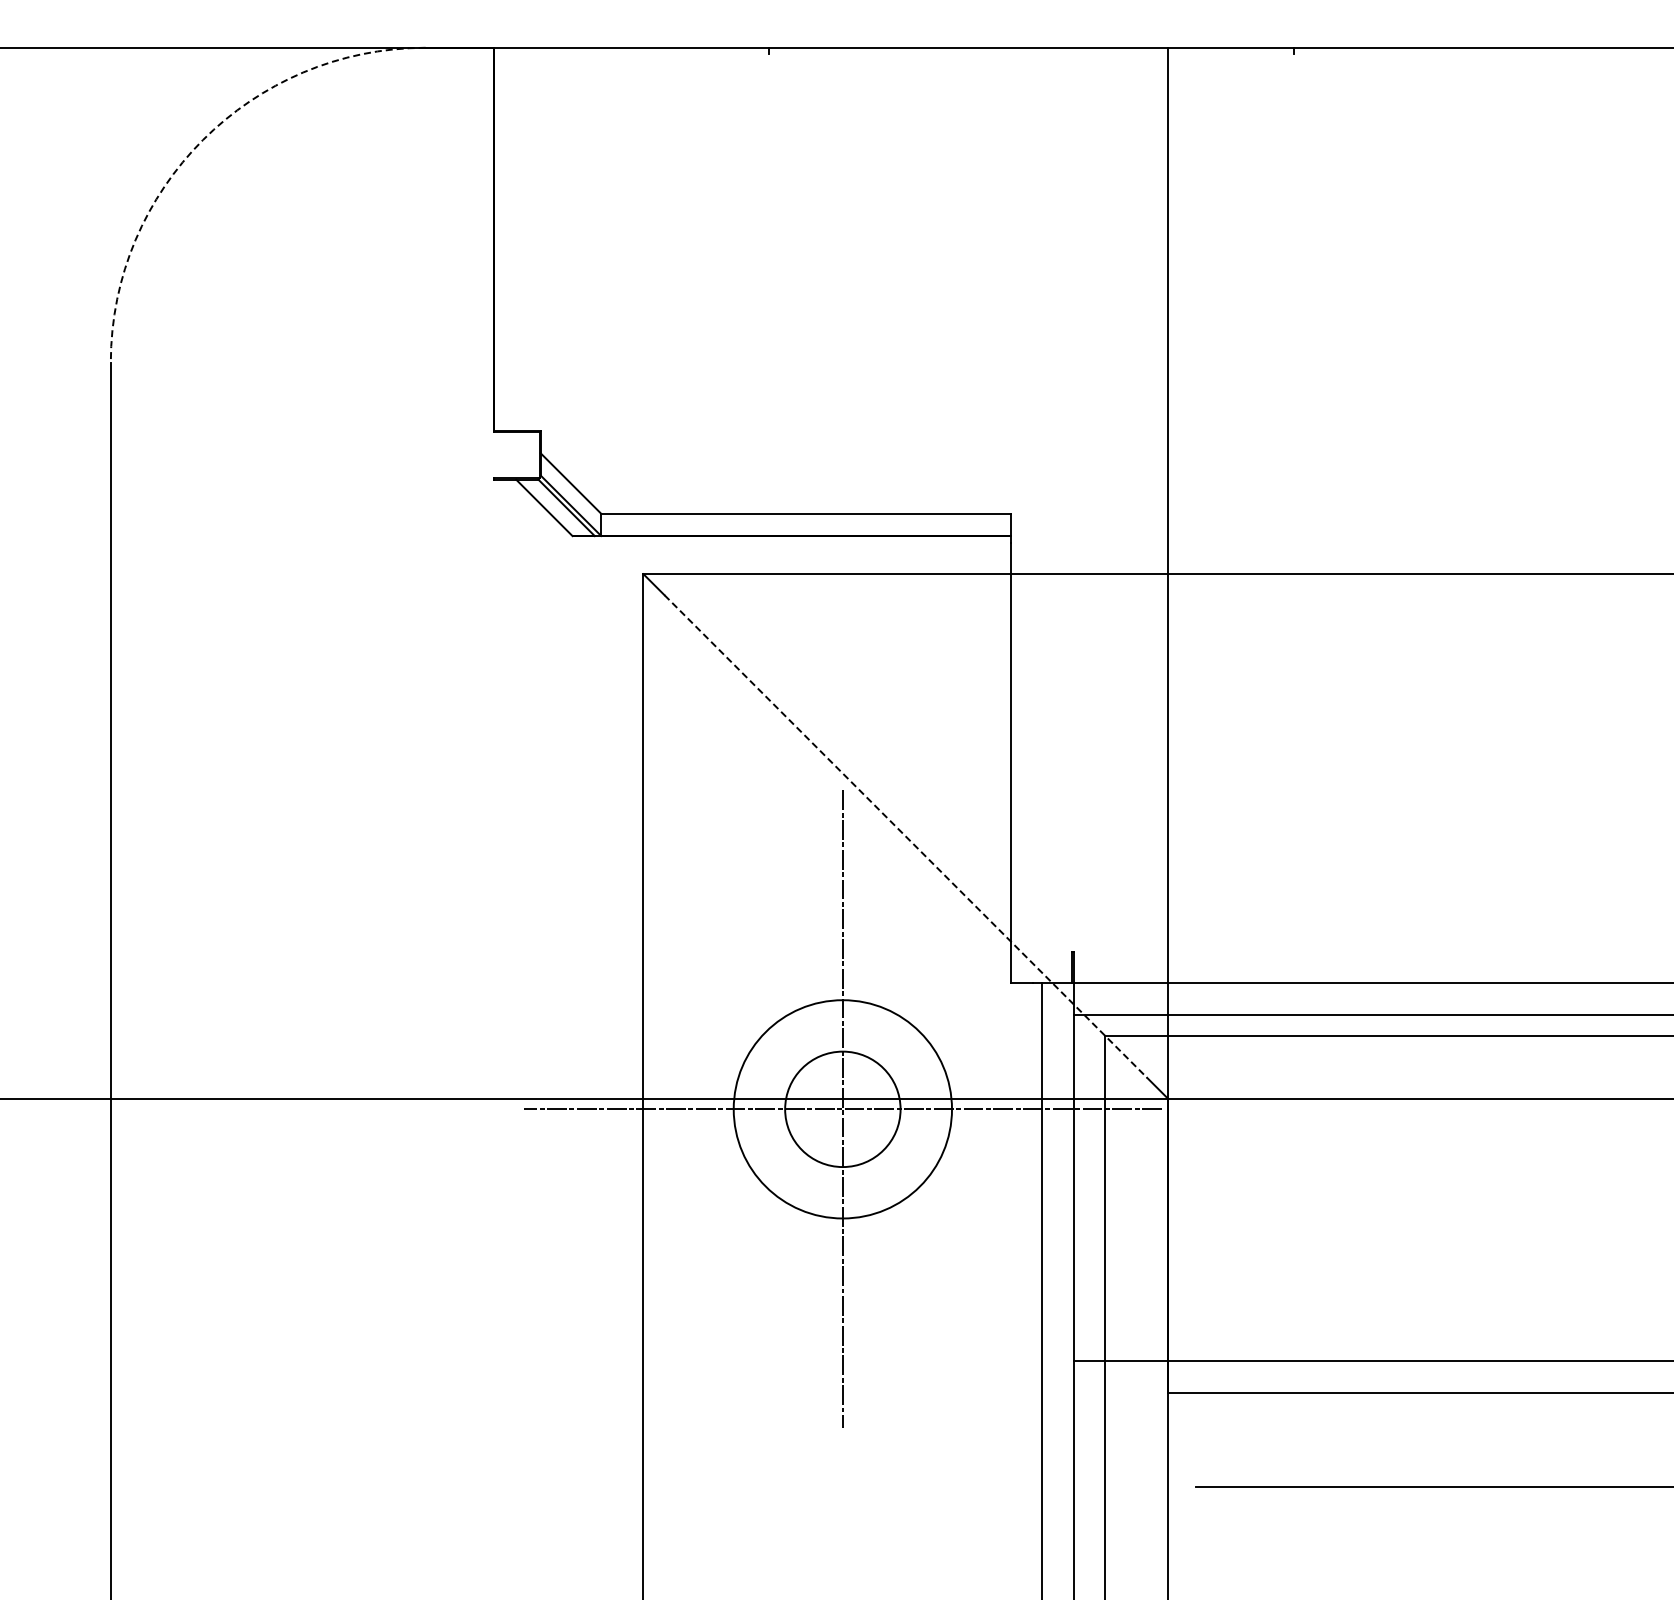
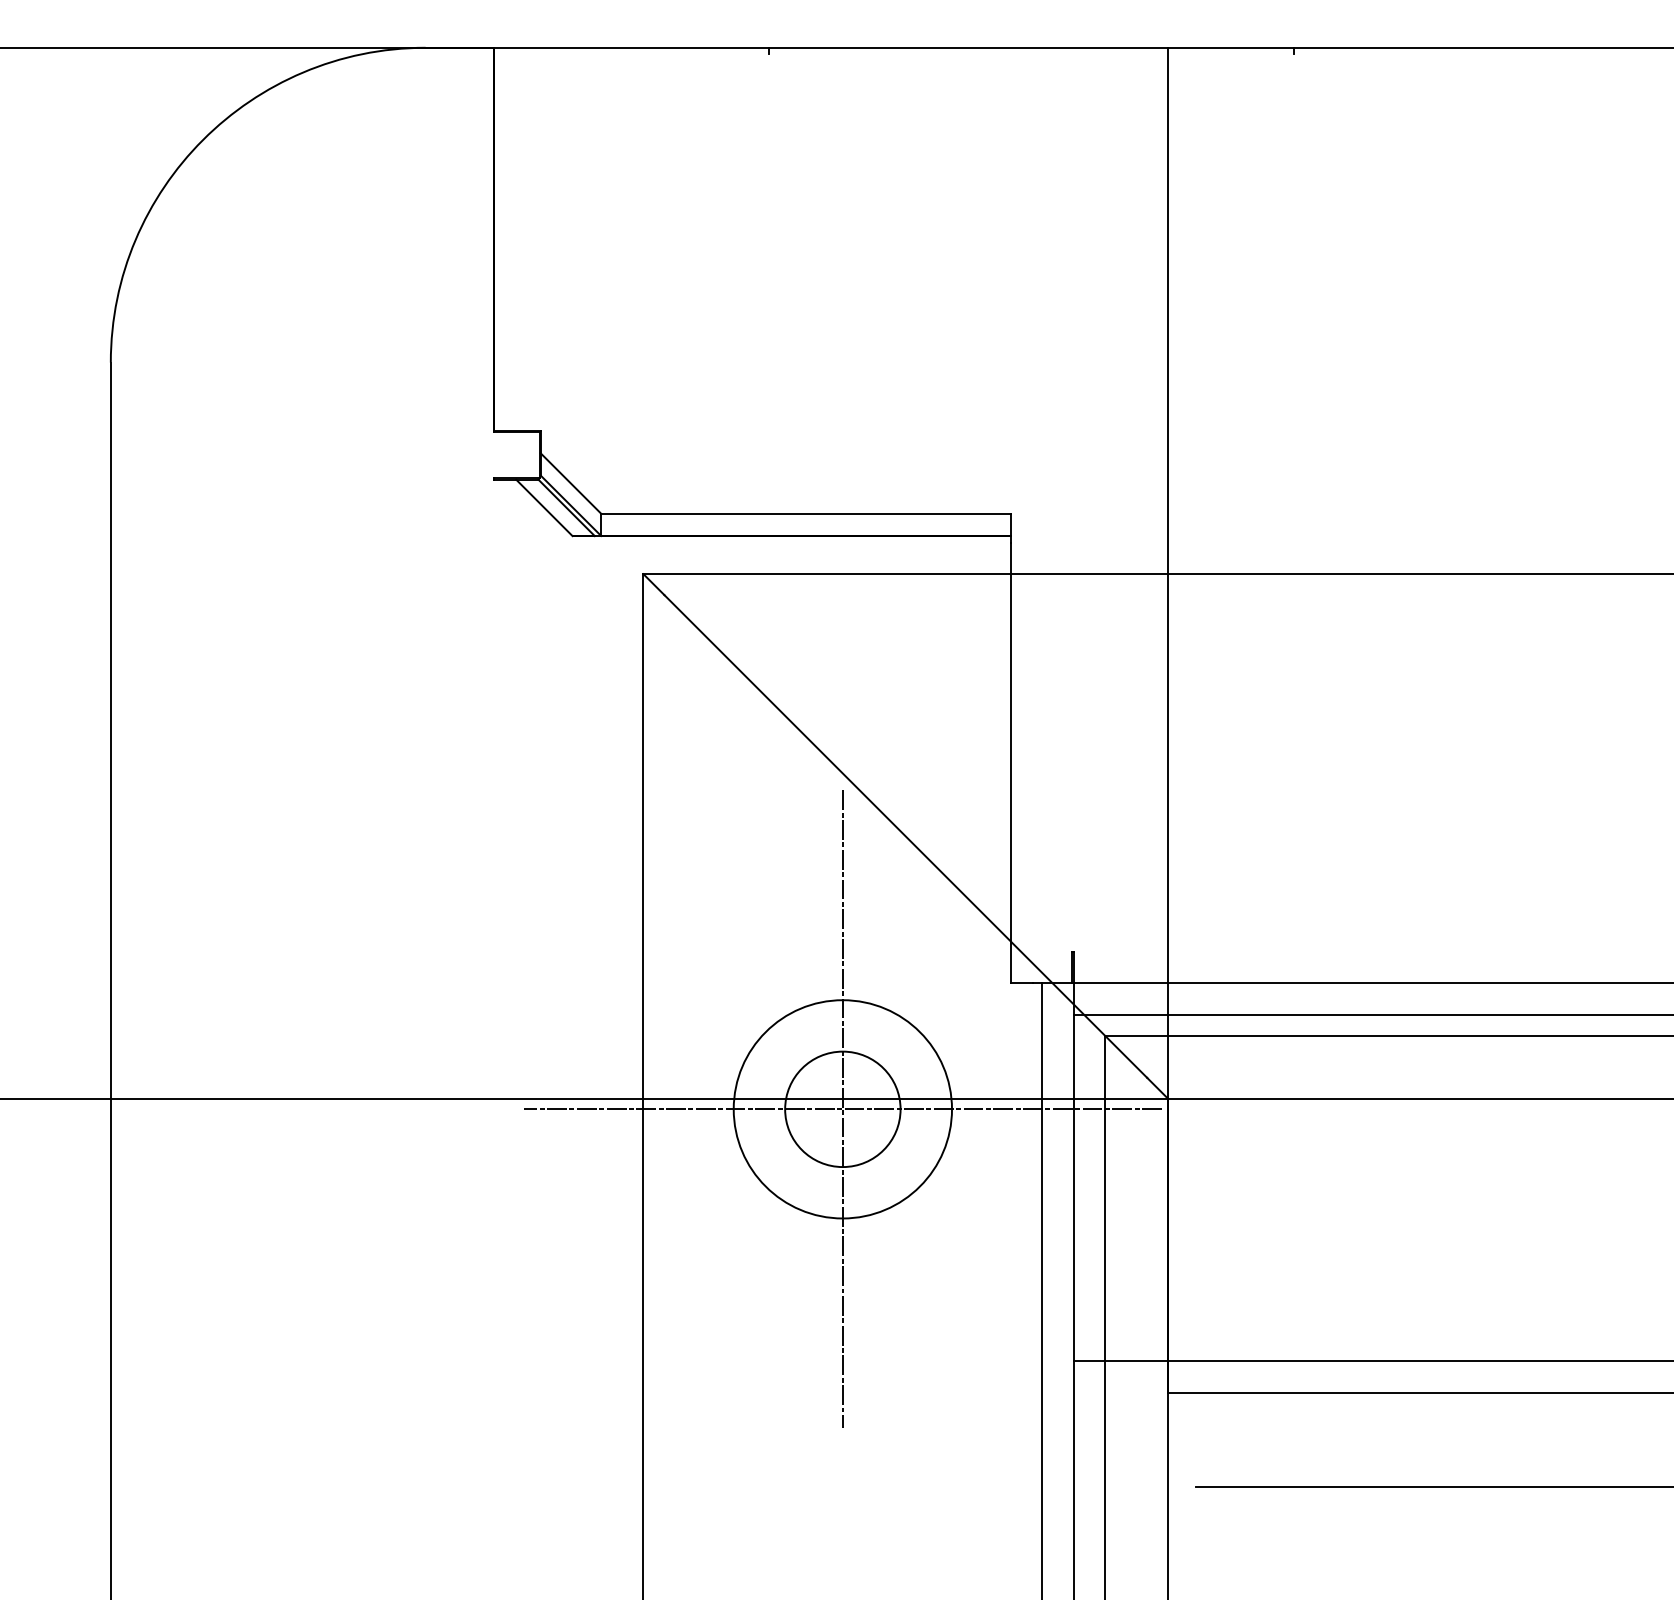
arc at (203, 140): dashed -> solid
line at (906, 836): dashed -> solid
